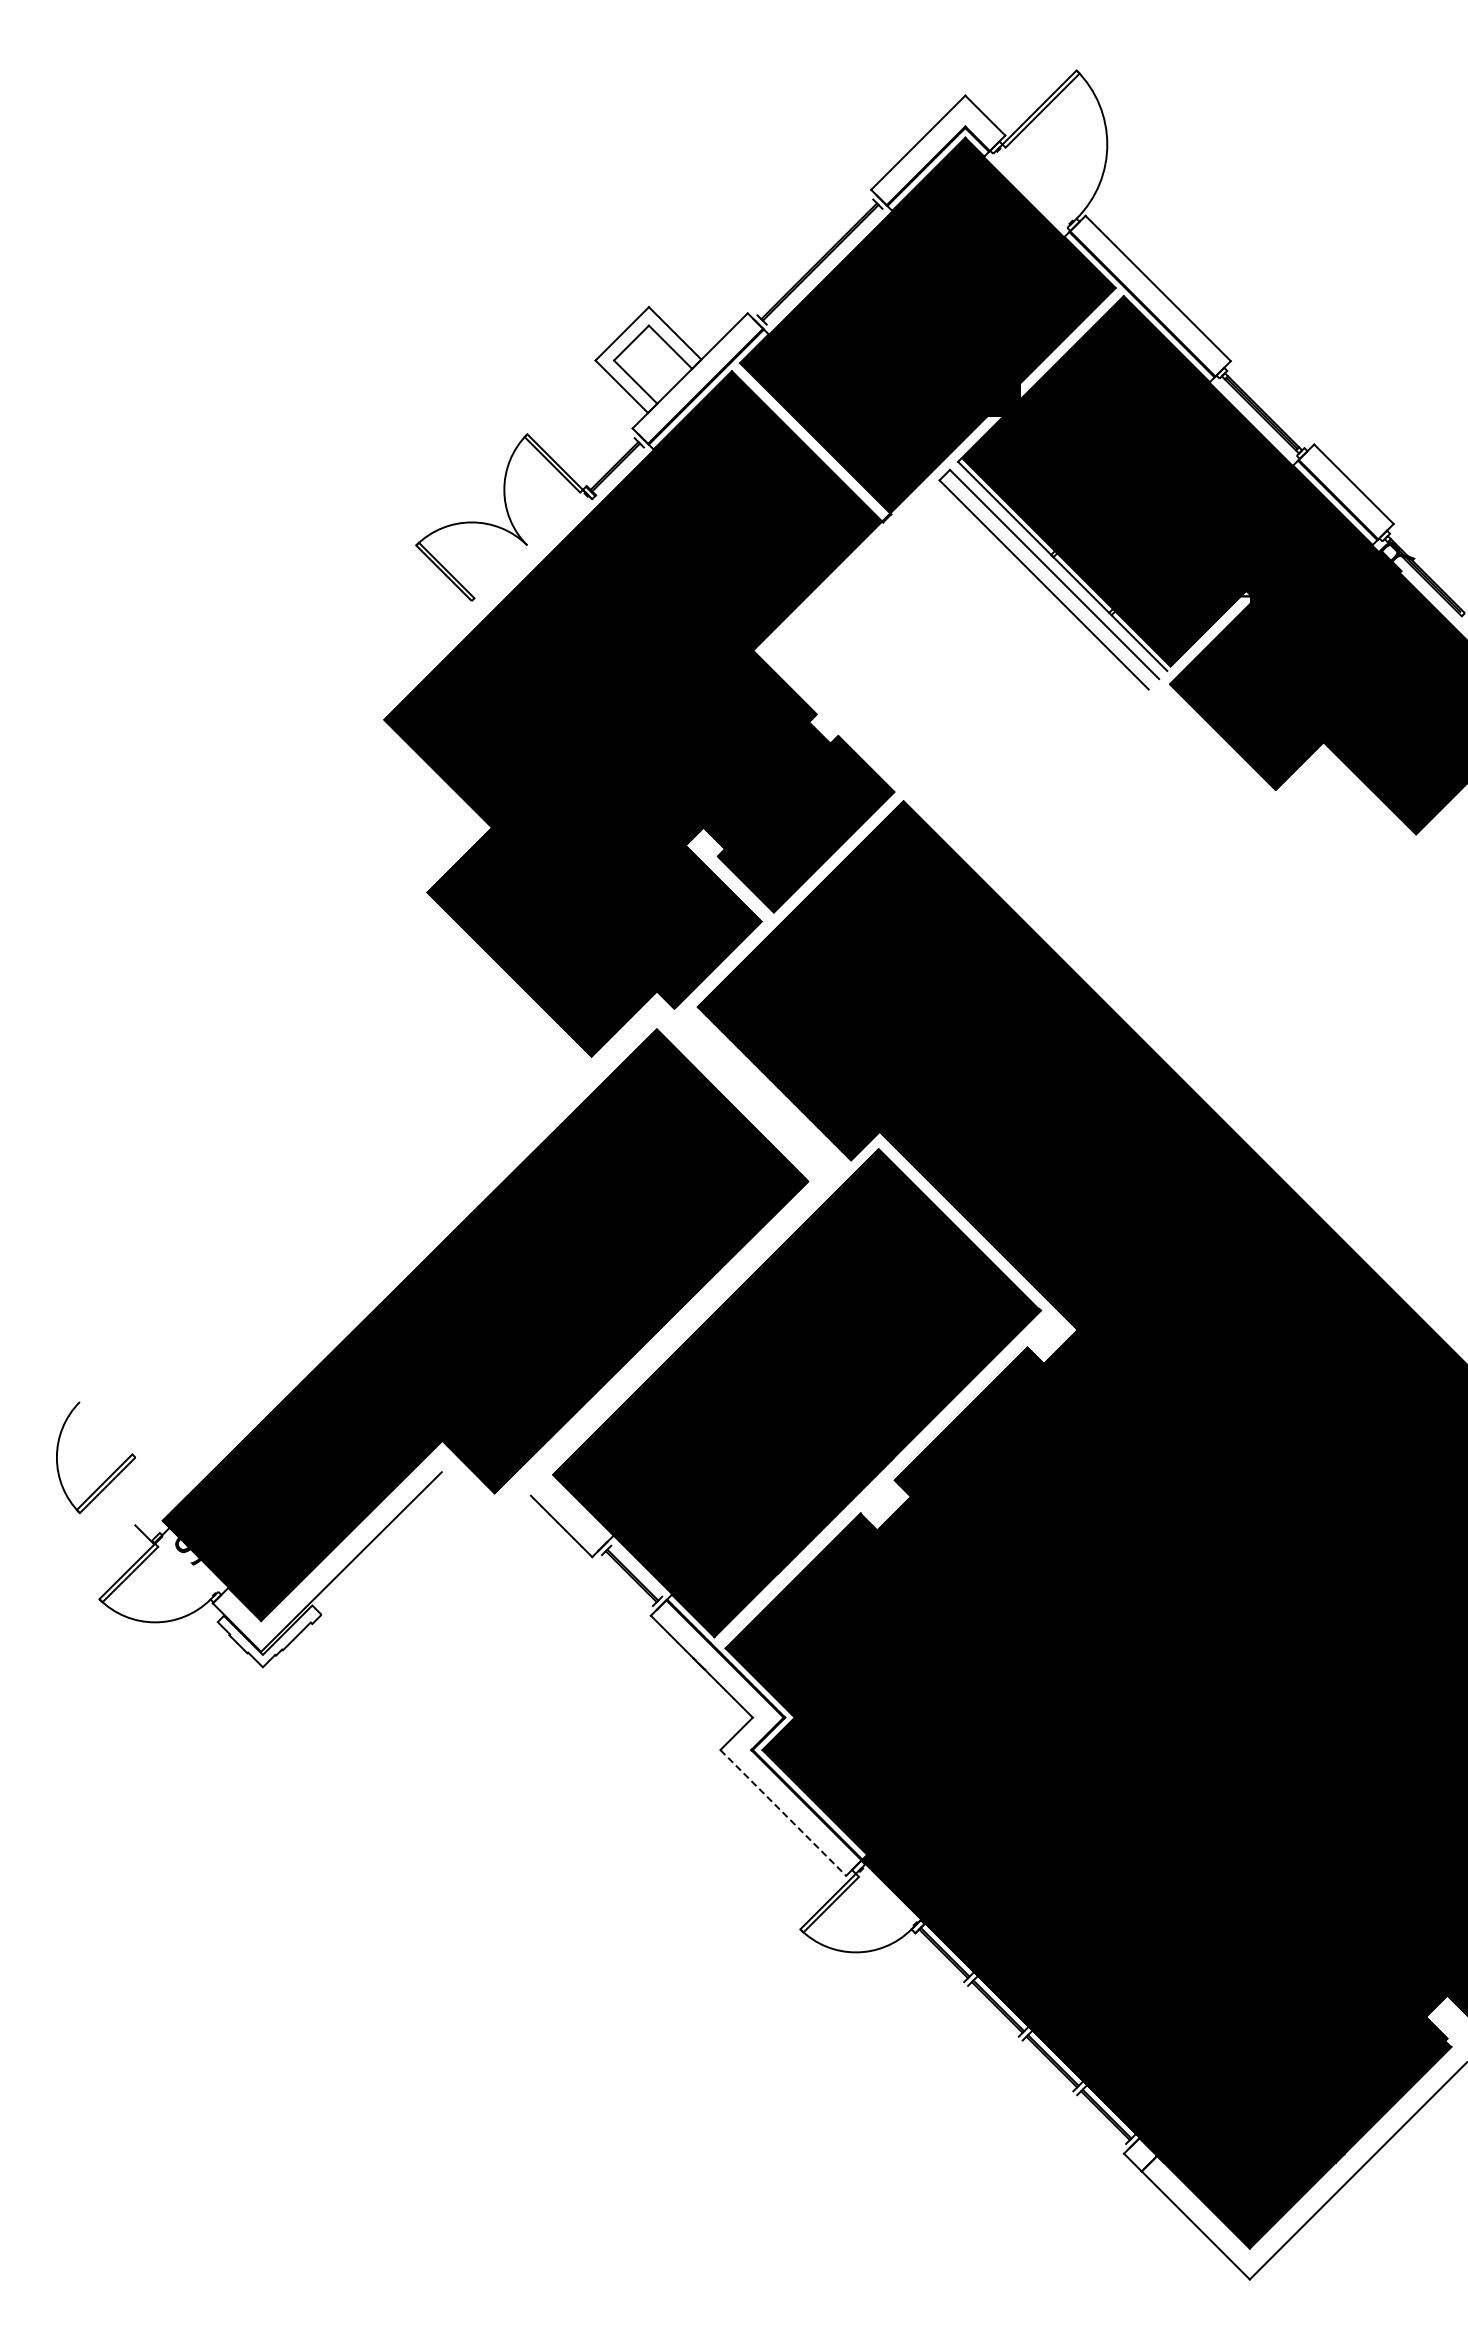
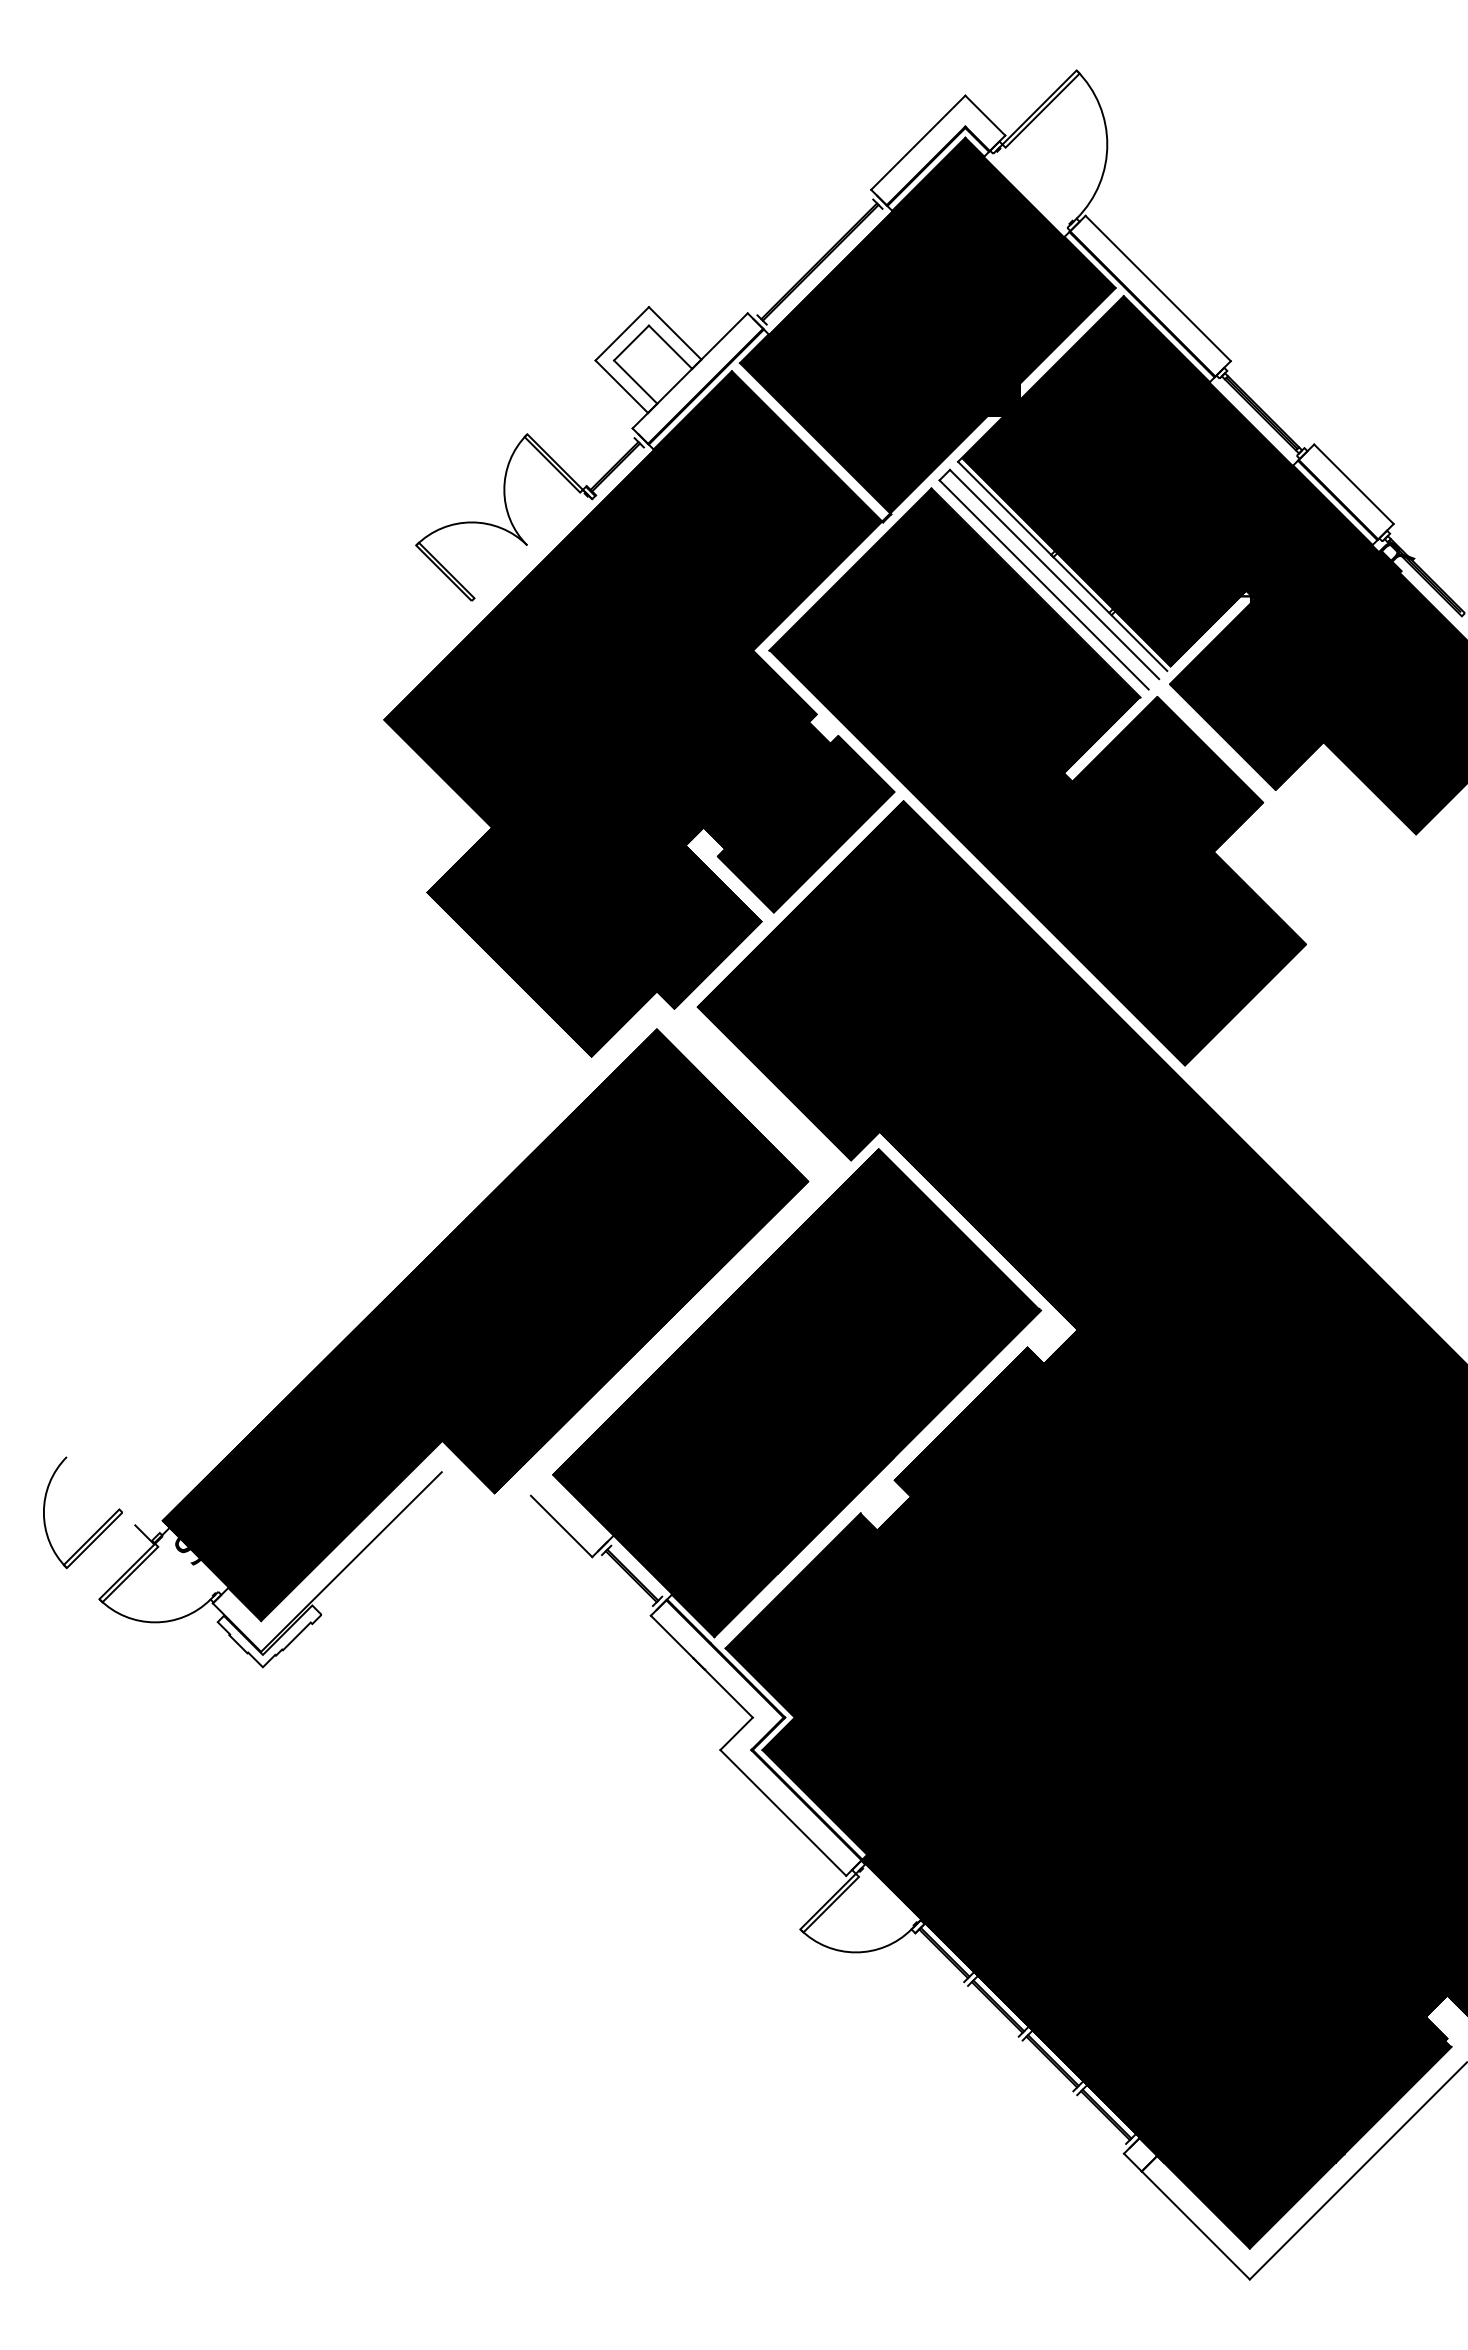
part at (1037, 776): none -> present
part at (111, 1473) position: (111, 1473) -> (98, 1528)
line at (783, 1812): dashed -> solid
